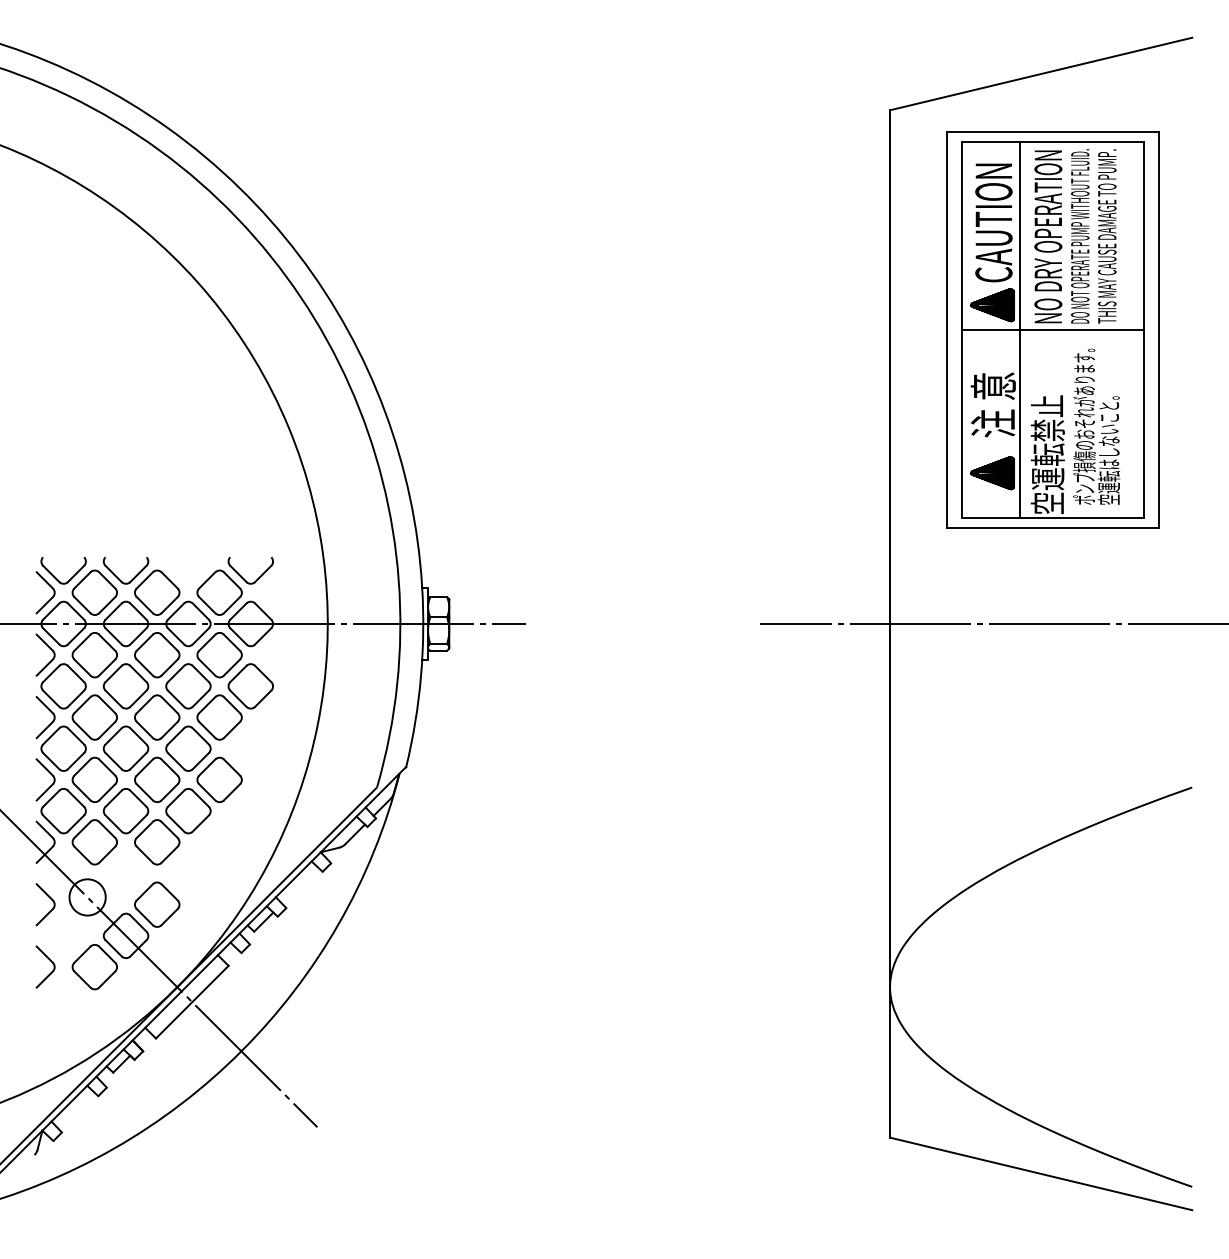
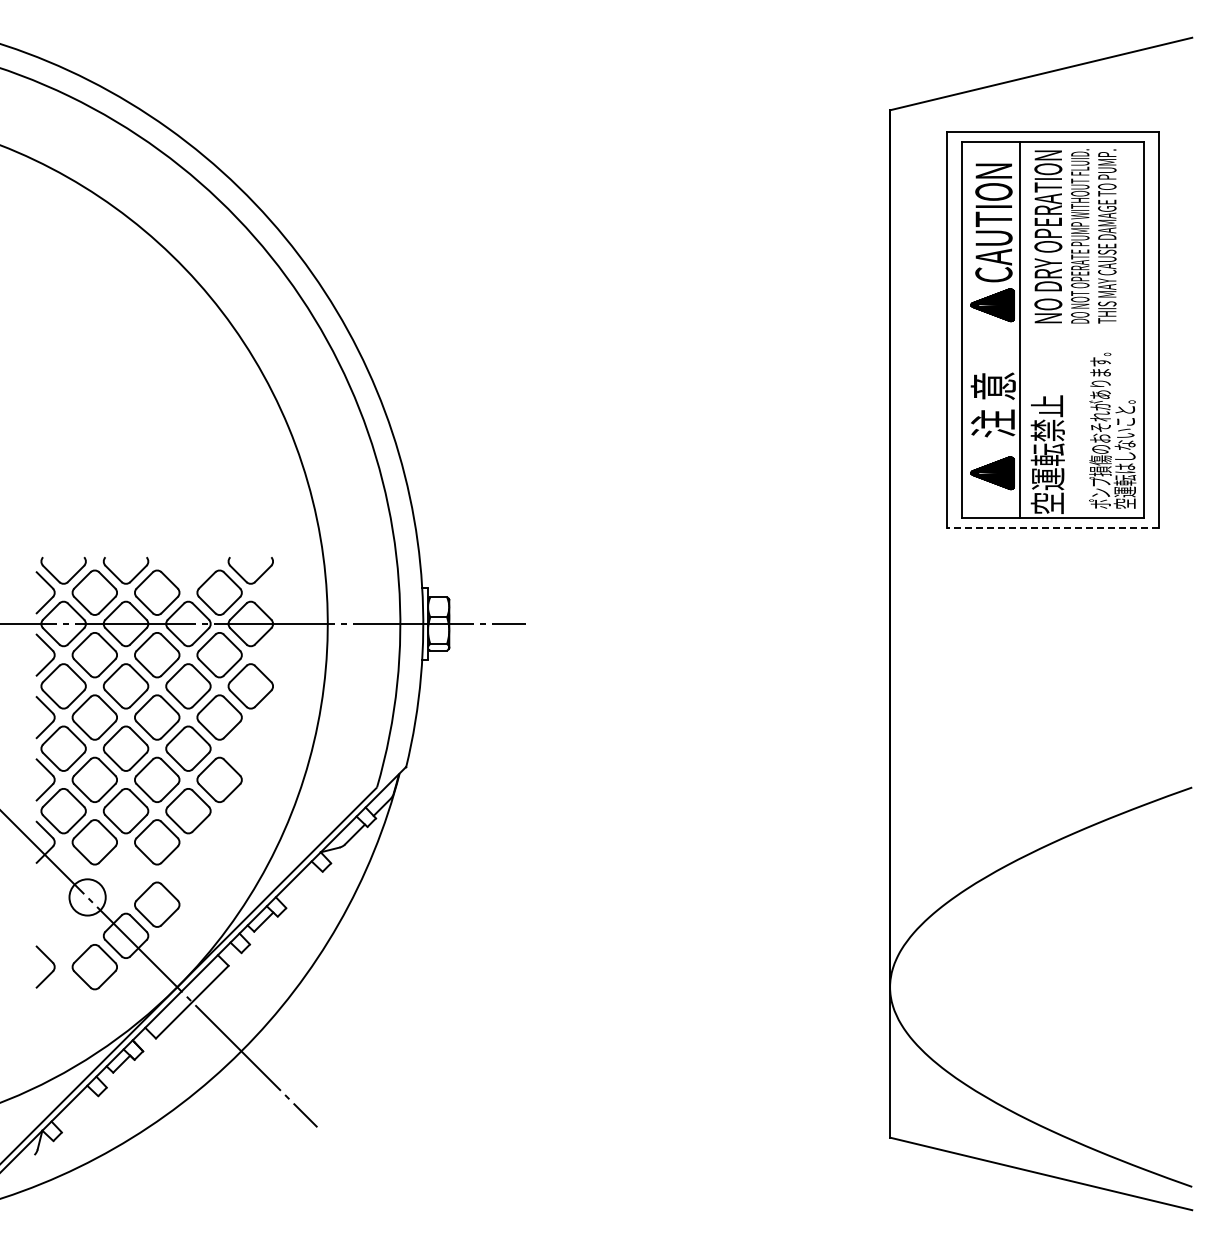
line at (1052, 329): present -> none
text at (1096, 426) position: (1096, 426) -> (1112, 430)
line at (1053, 527): solid -> dashed
line at (992, 623): present -> none
part at (50, 899): present -> none
